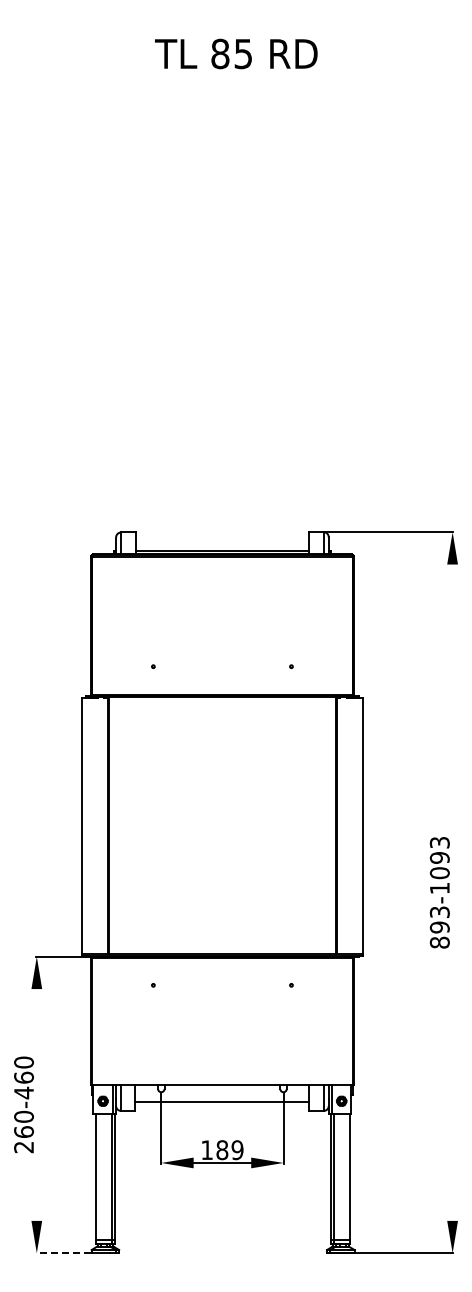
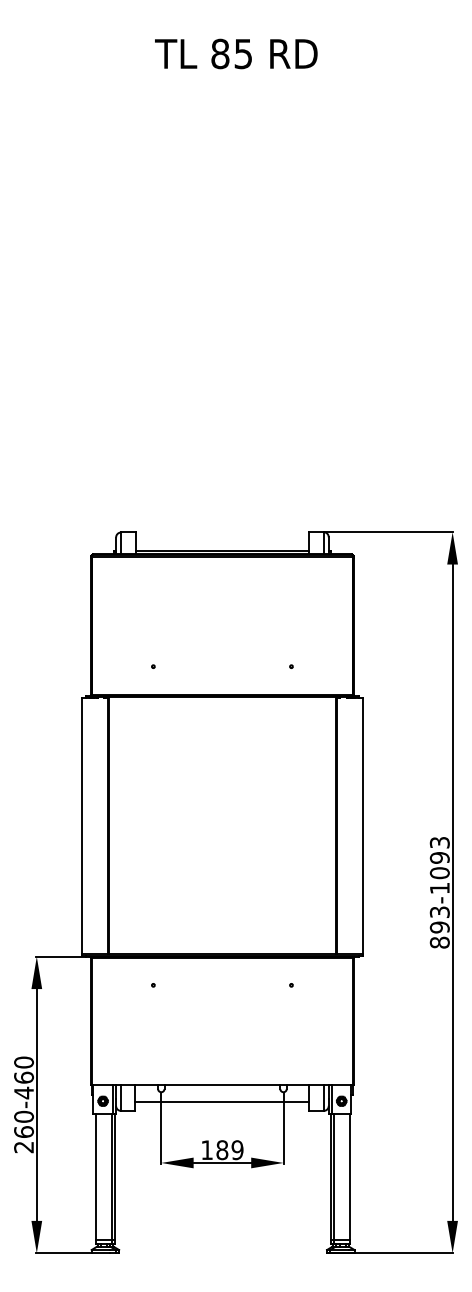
line at (452, 892): none -> present
line at (36, 1104): none -> present
line at (63, 1253): dashed -> solid
